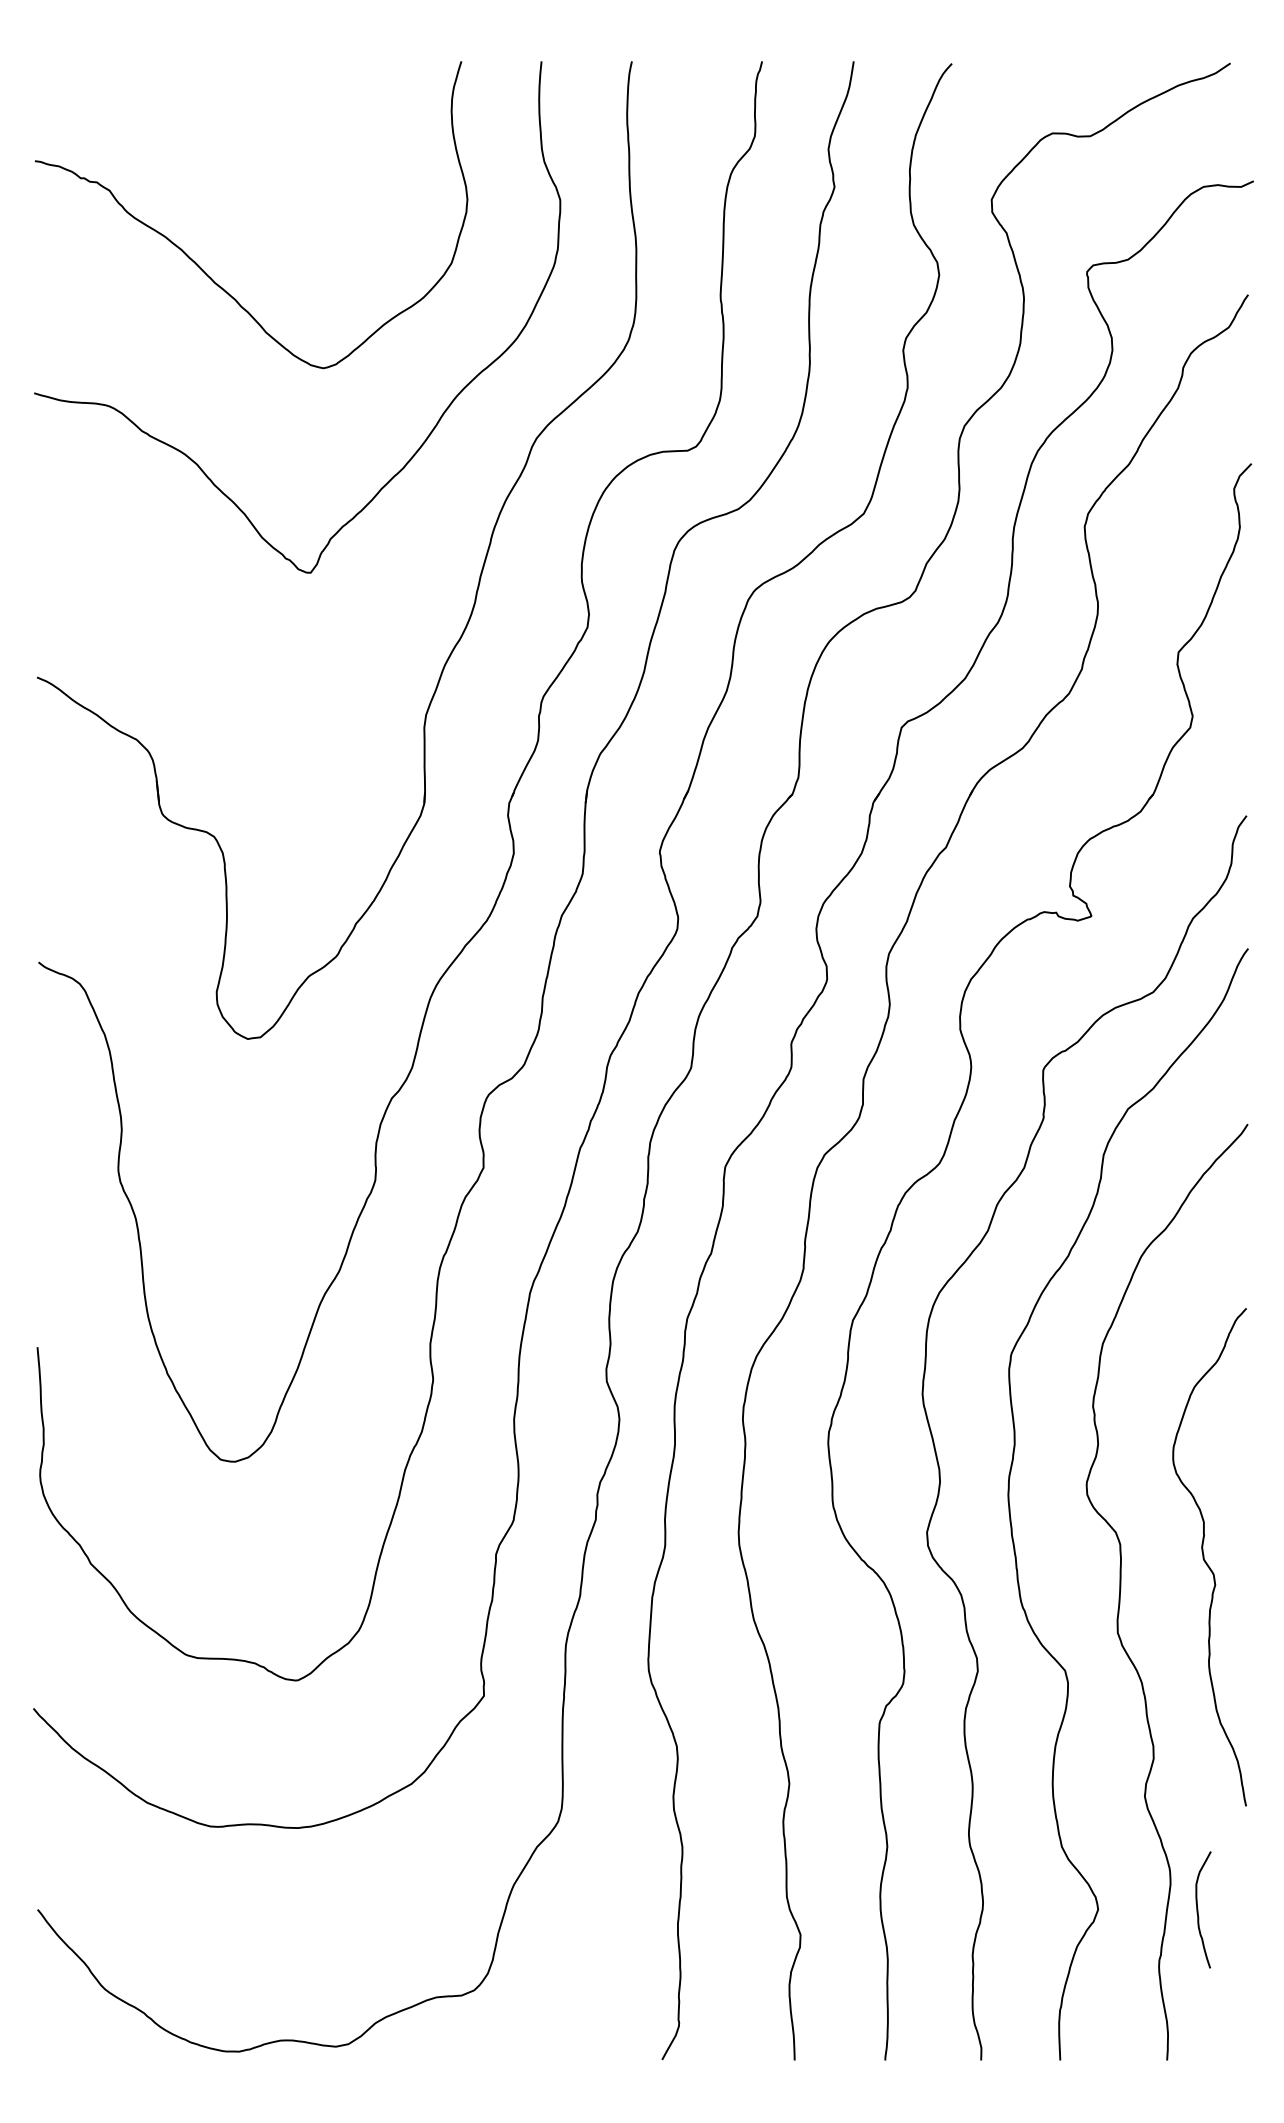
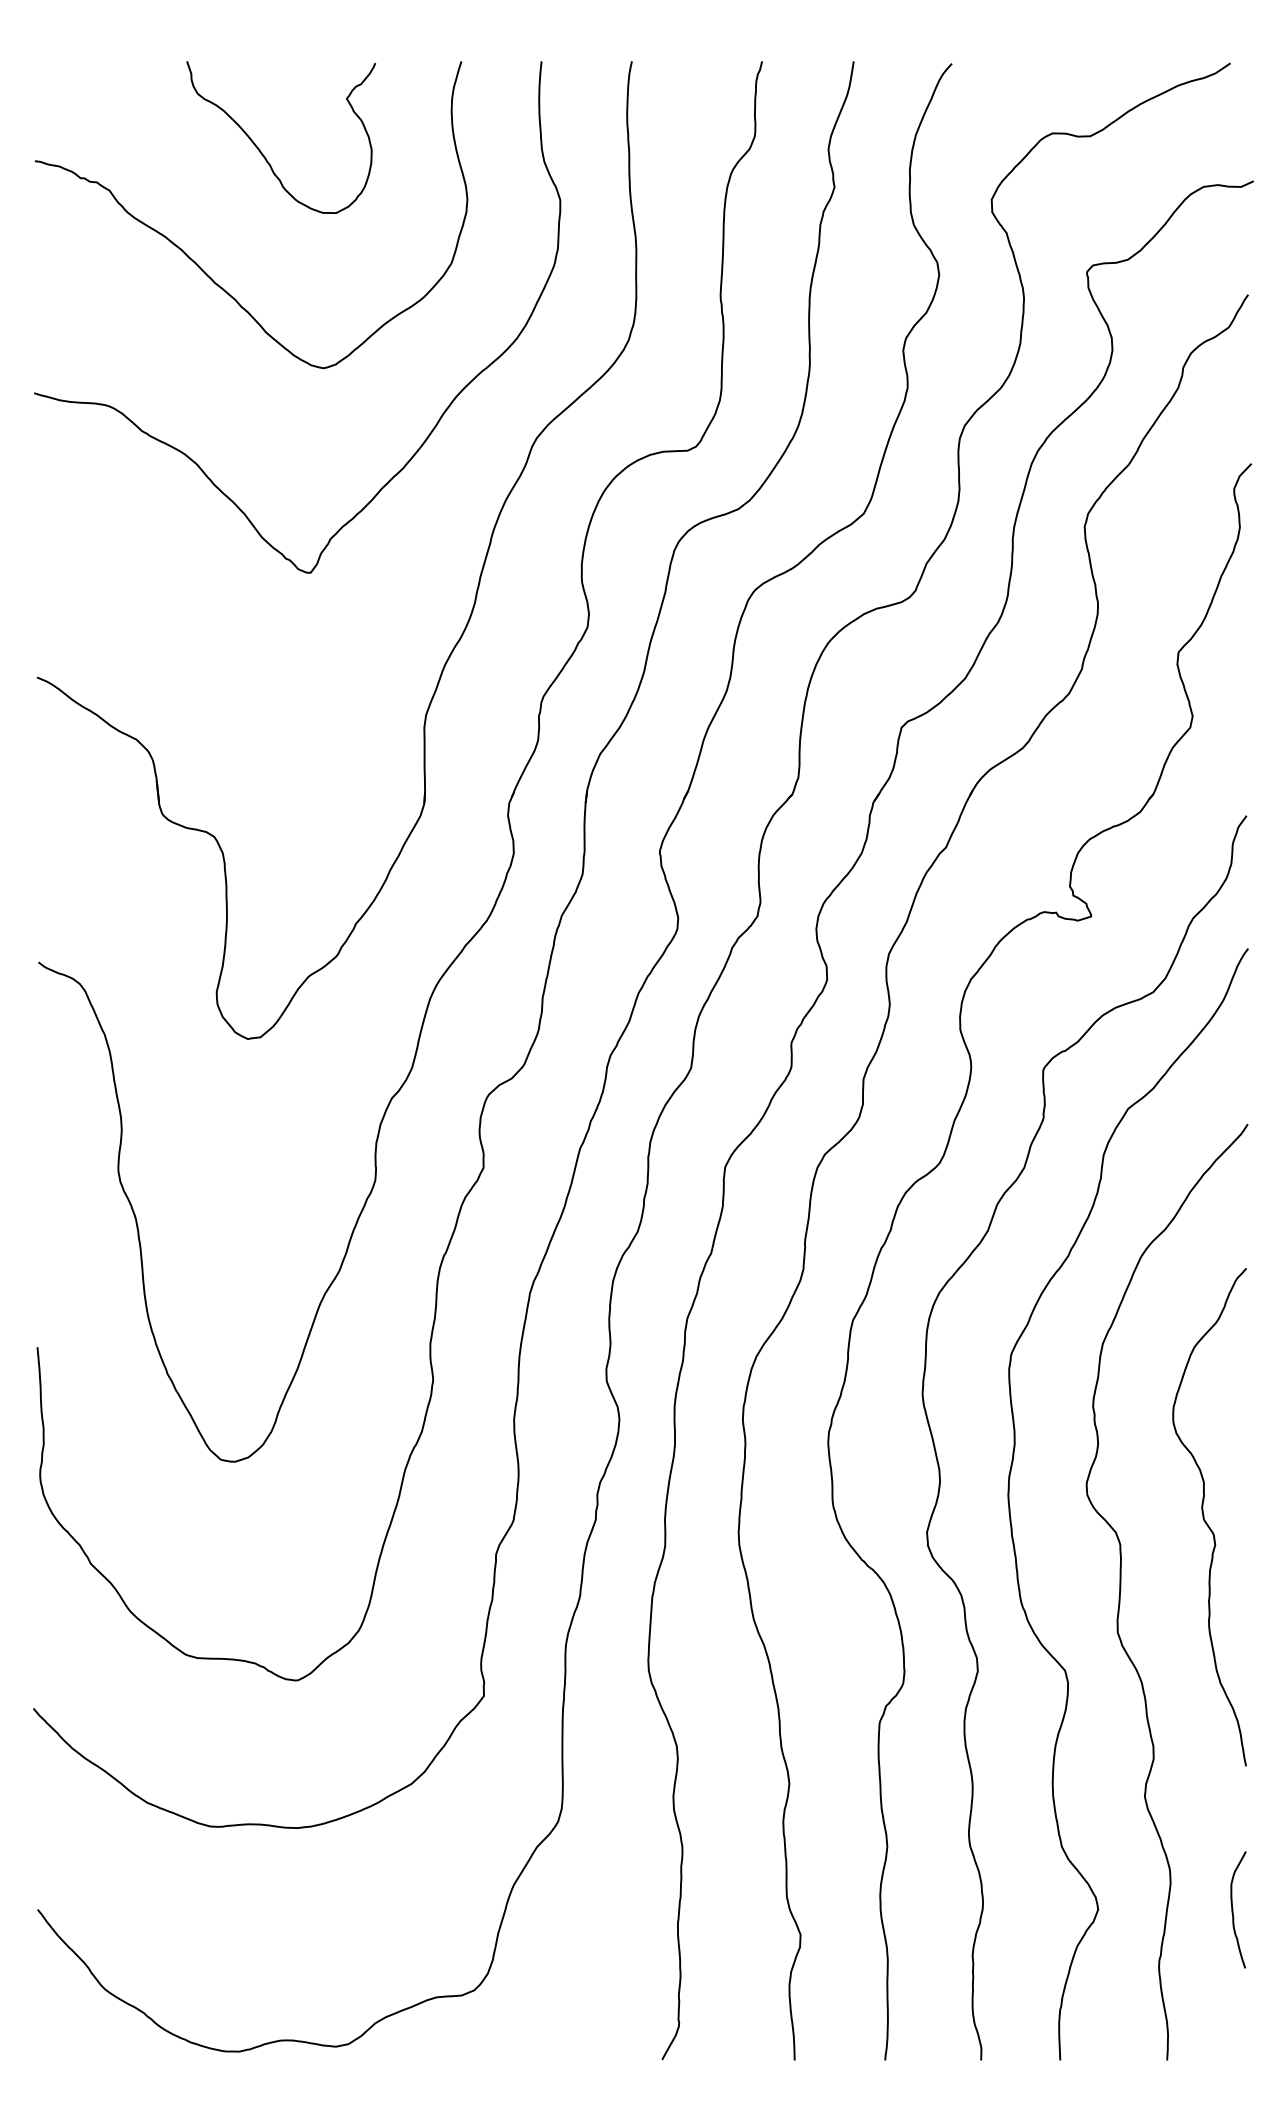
curve at (260, 149): none -> present
curve at (1204, 1557) position: (1204, 1557) -> (1204, 1517)
curve at (1198, 1909) position: (1198, 1909) -> (1233, 1909)
